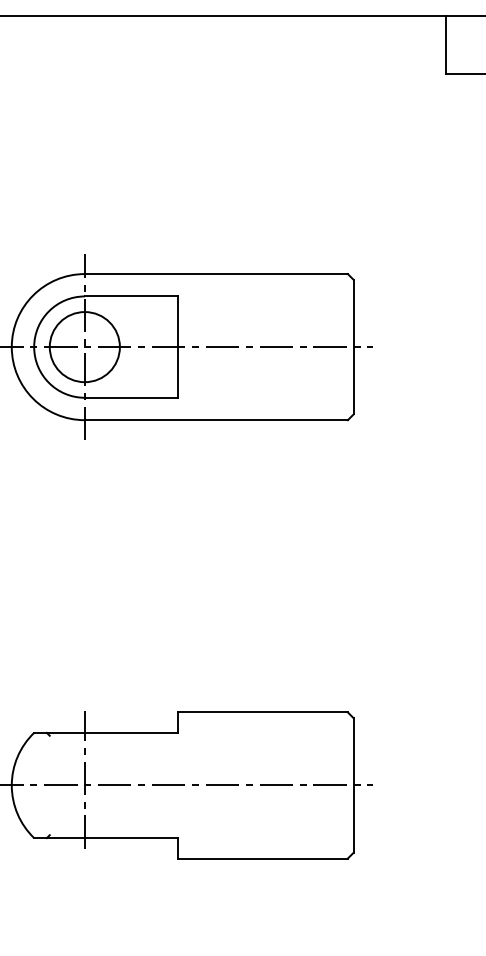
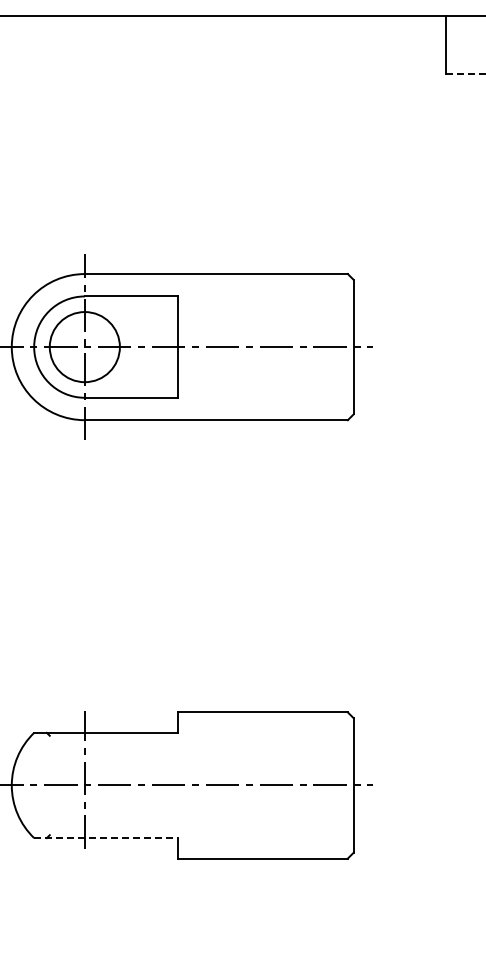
line at (466, 74): solid -> dashed
line at (106, 838): solid -> dashed
